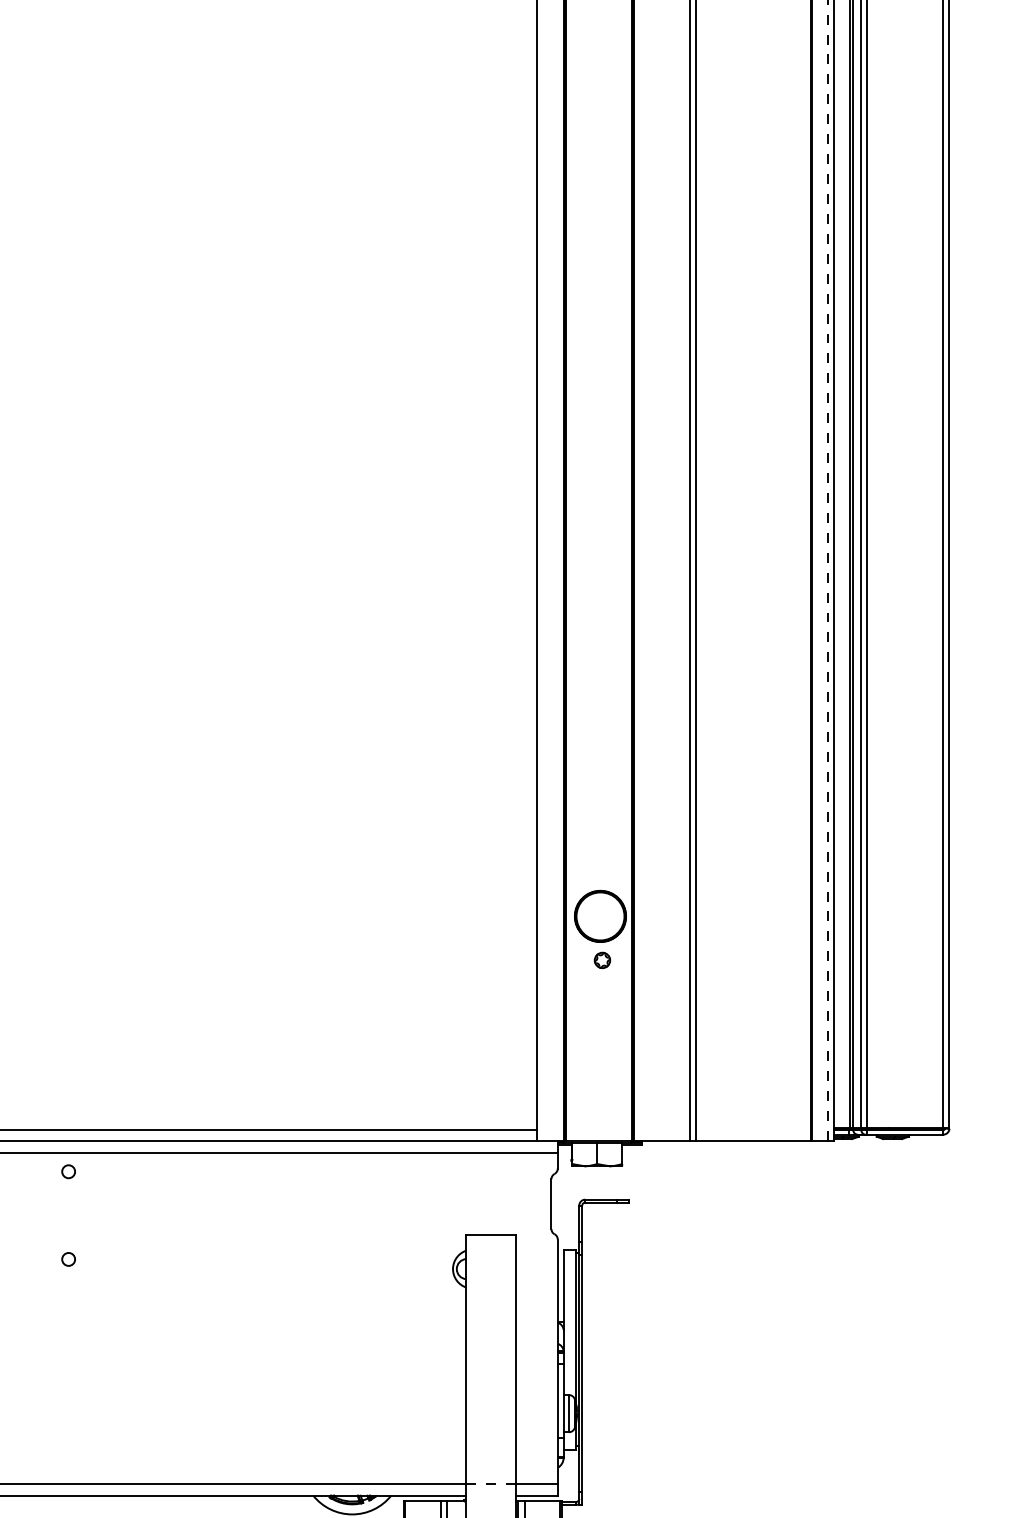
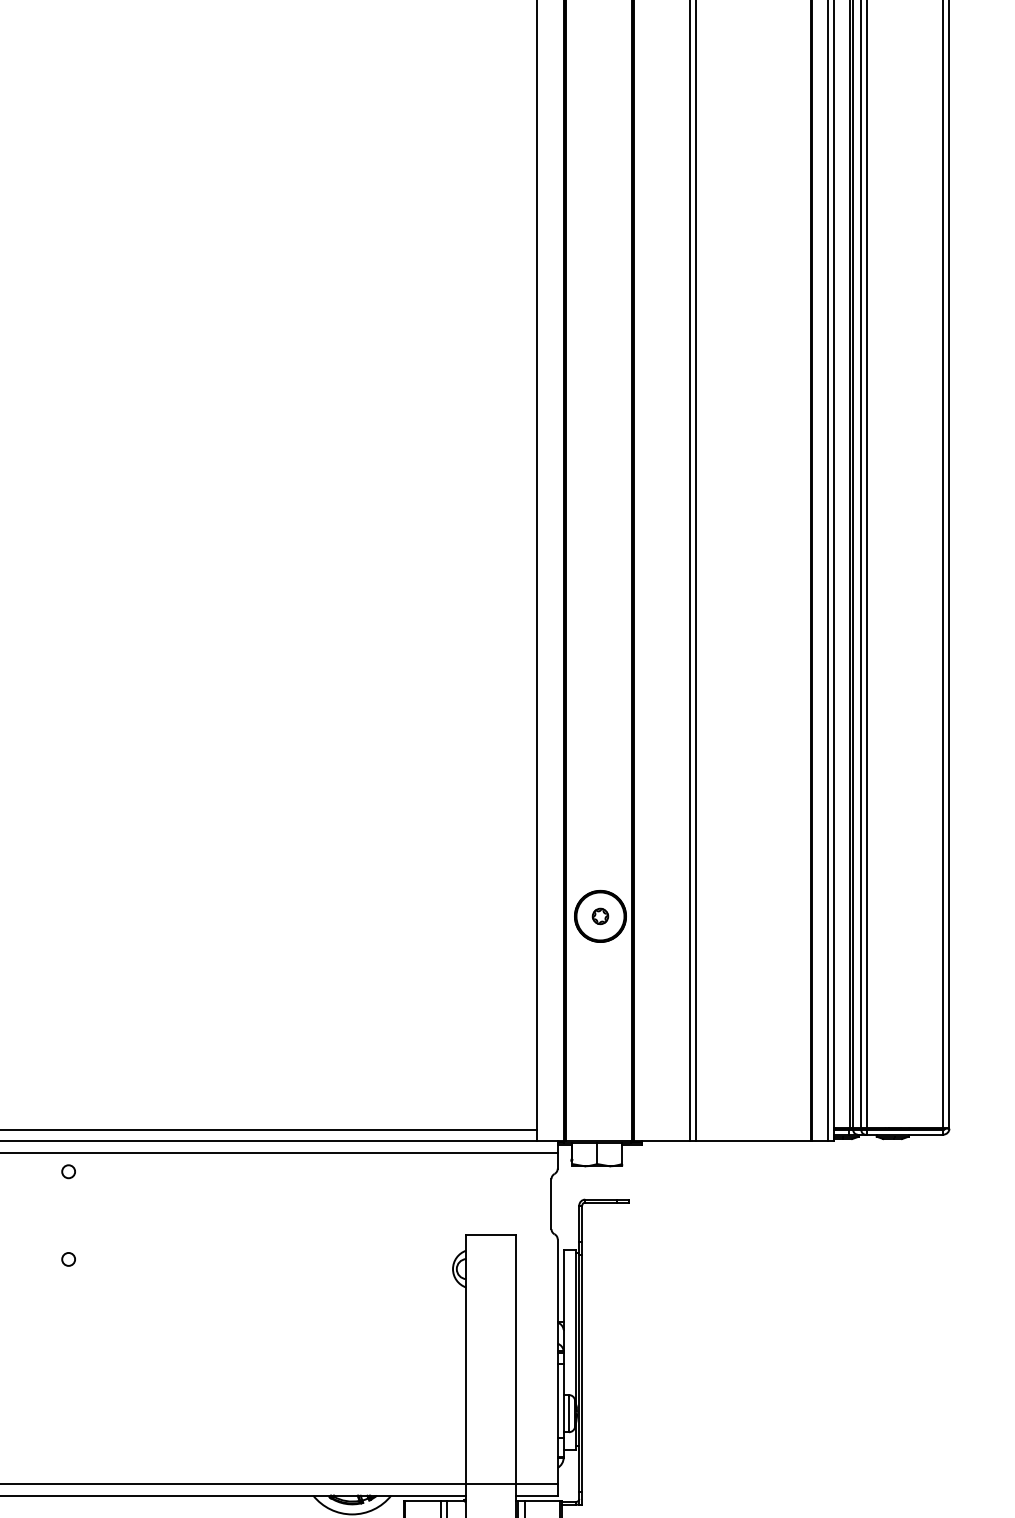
line at (827, 569): dashed -> solid
part at (602, 960) position: (602, 960) -> (600, 916)
line at (491, 1483): dashed -> solid
